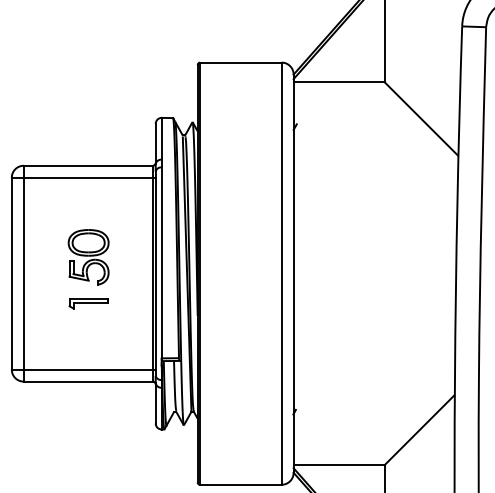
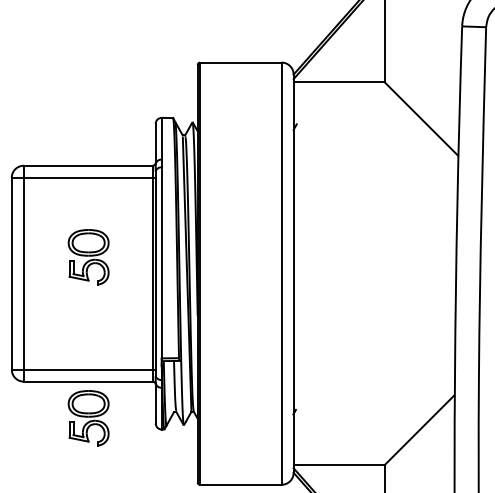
part at (88, 303): present -> none
part at (88, 418): none -> present
